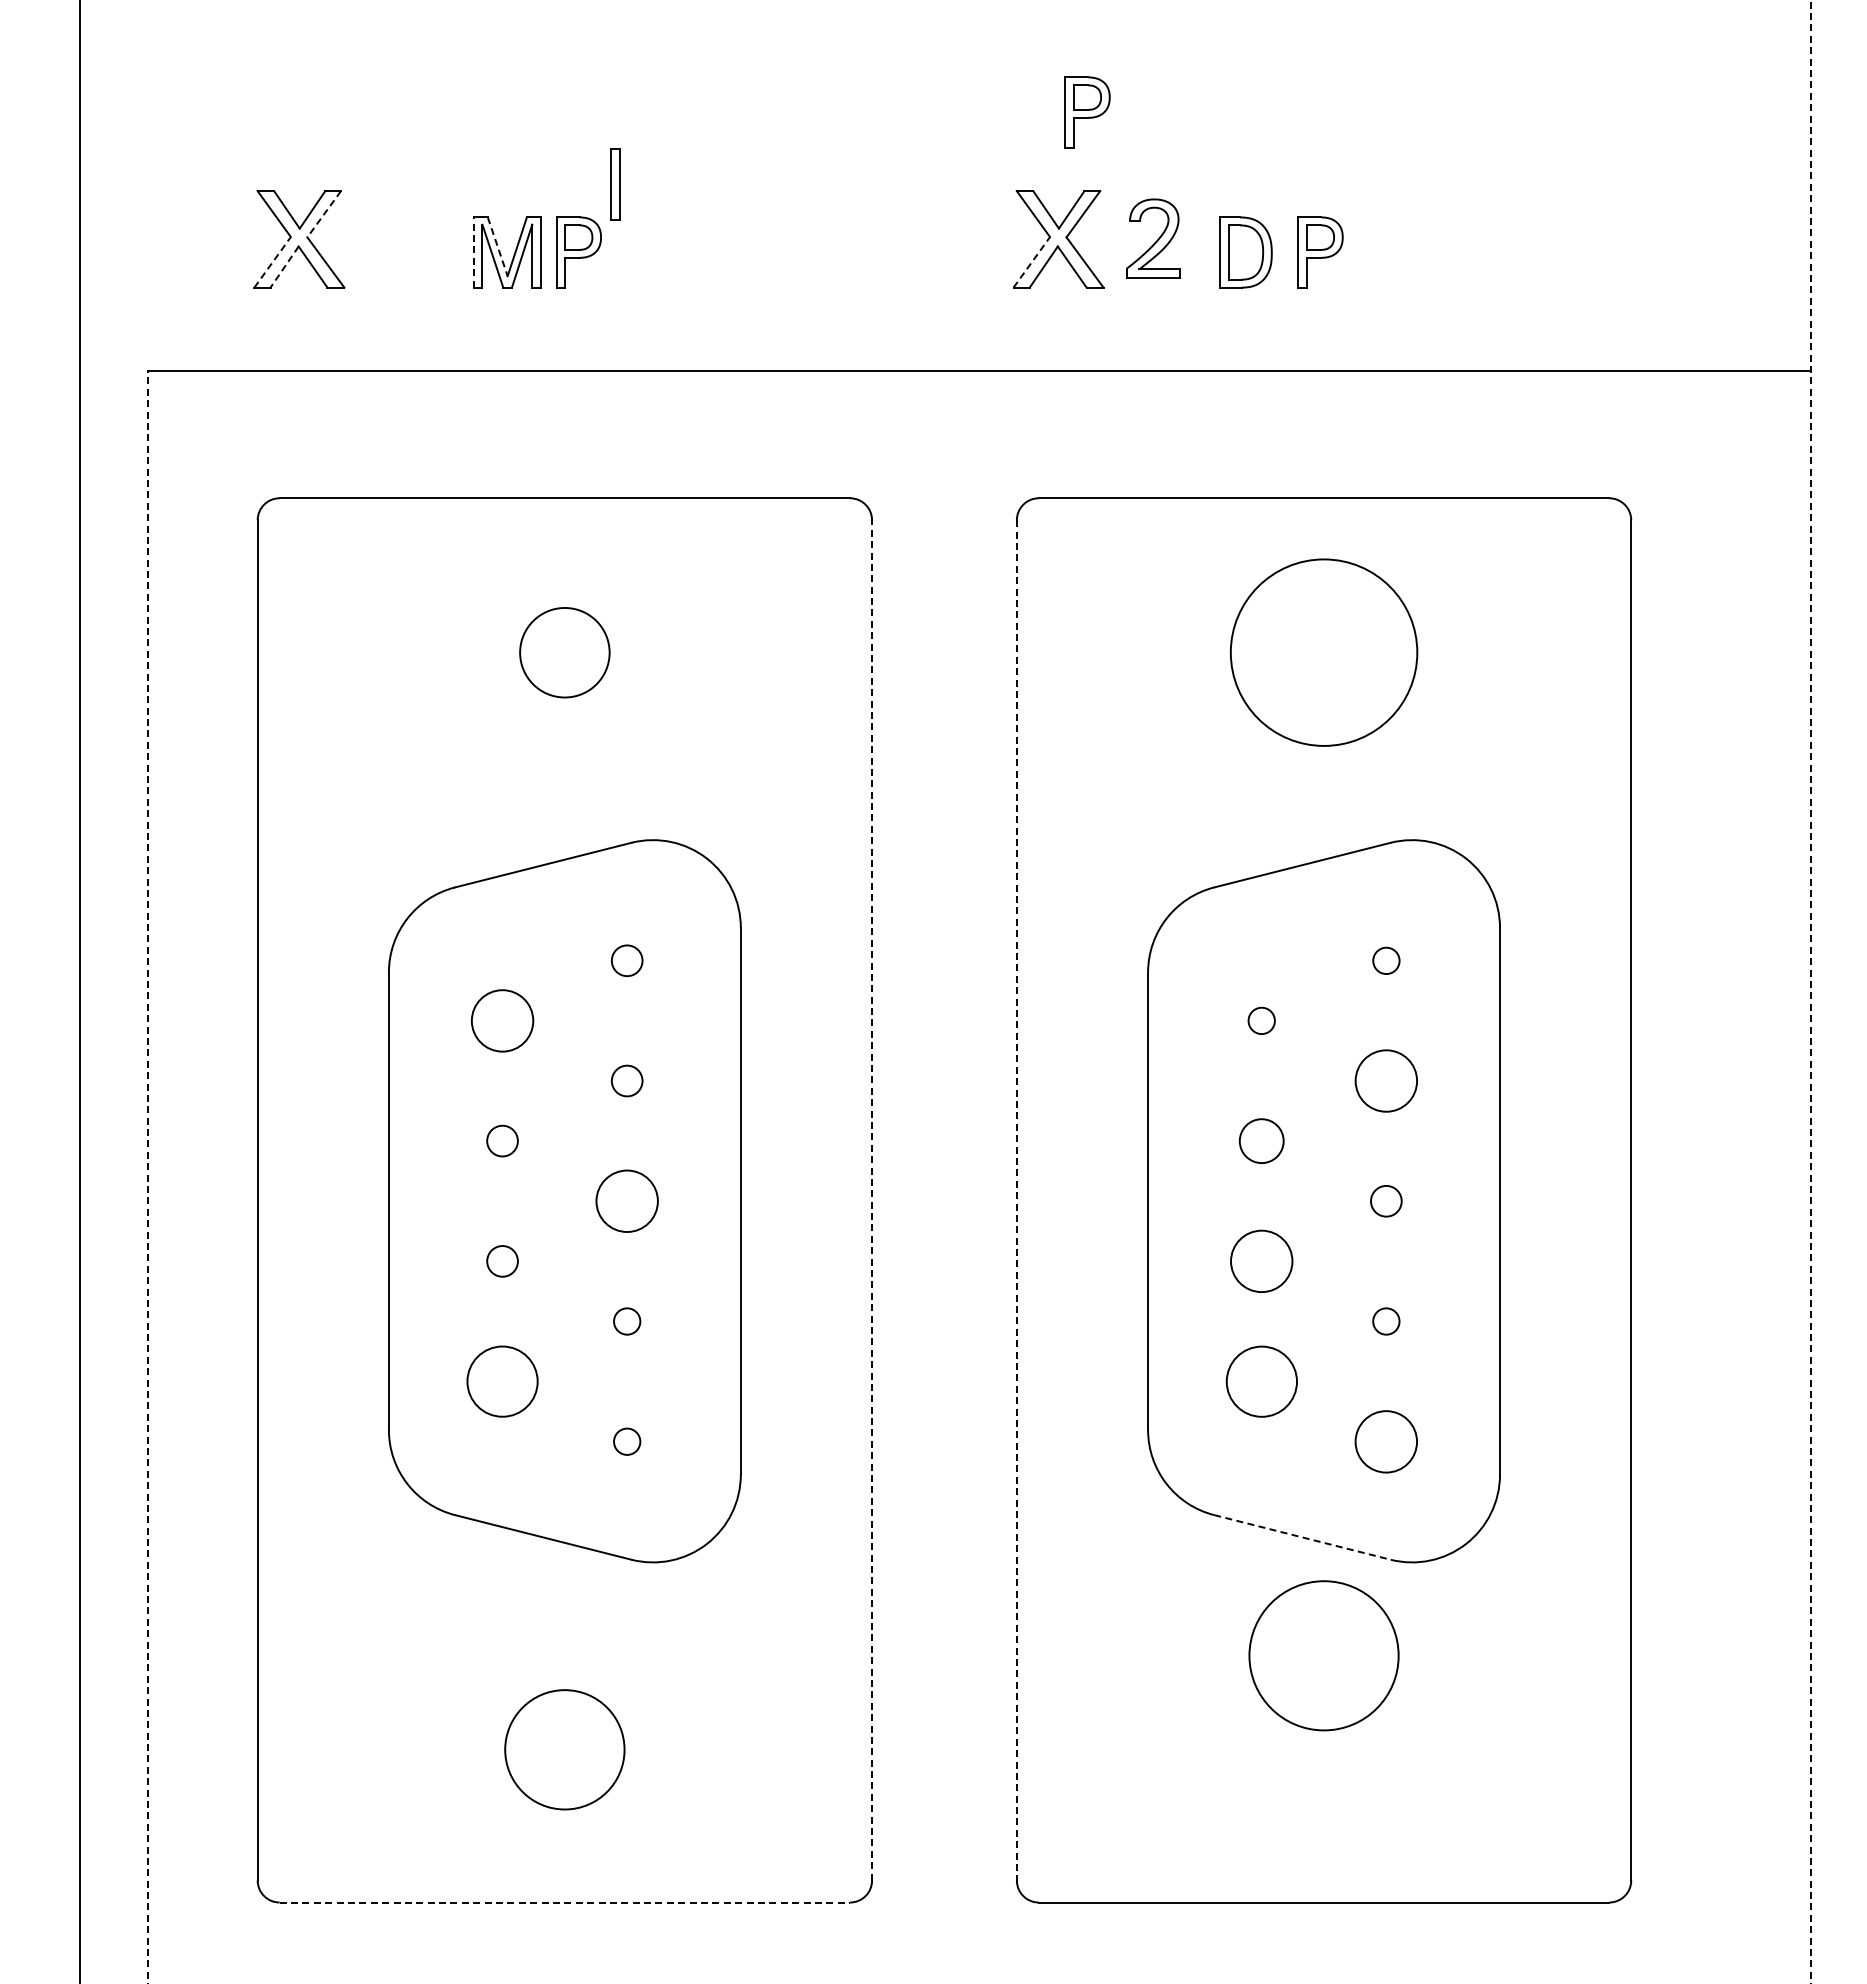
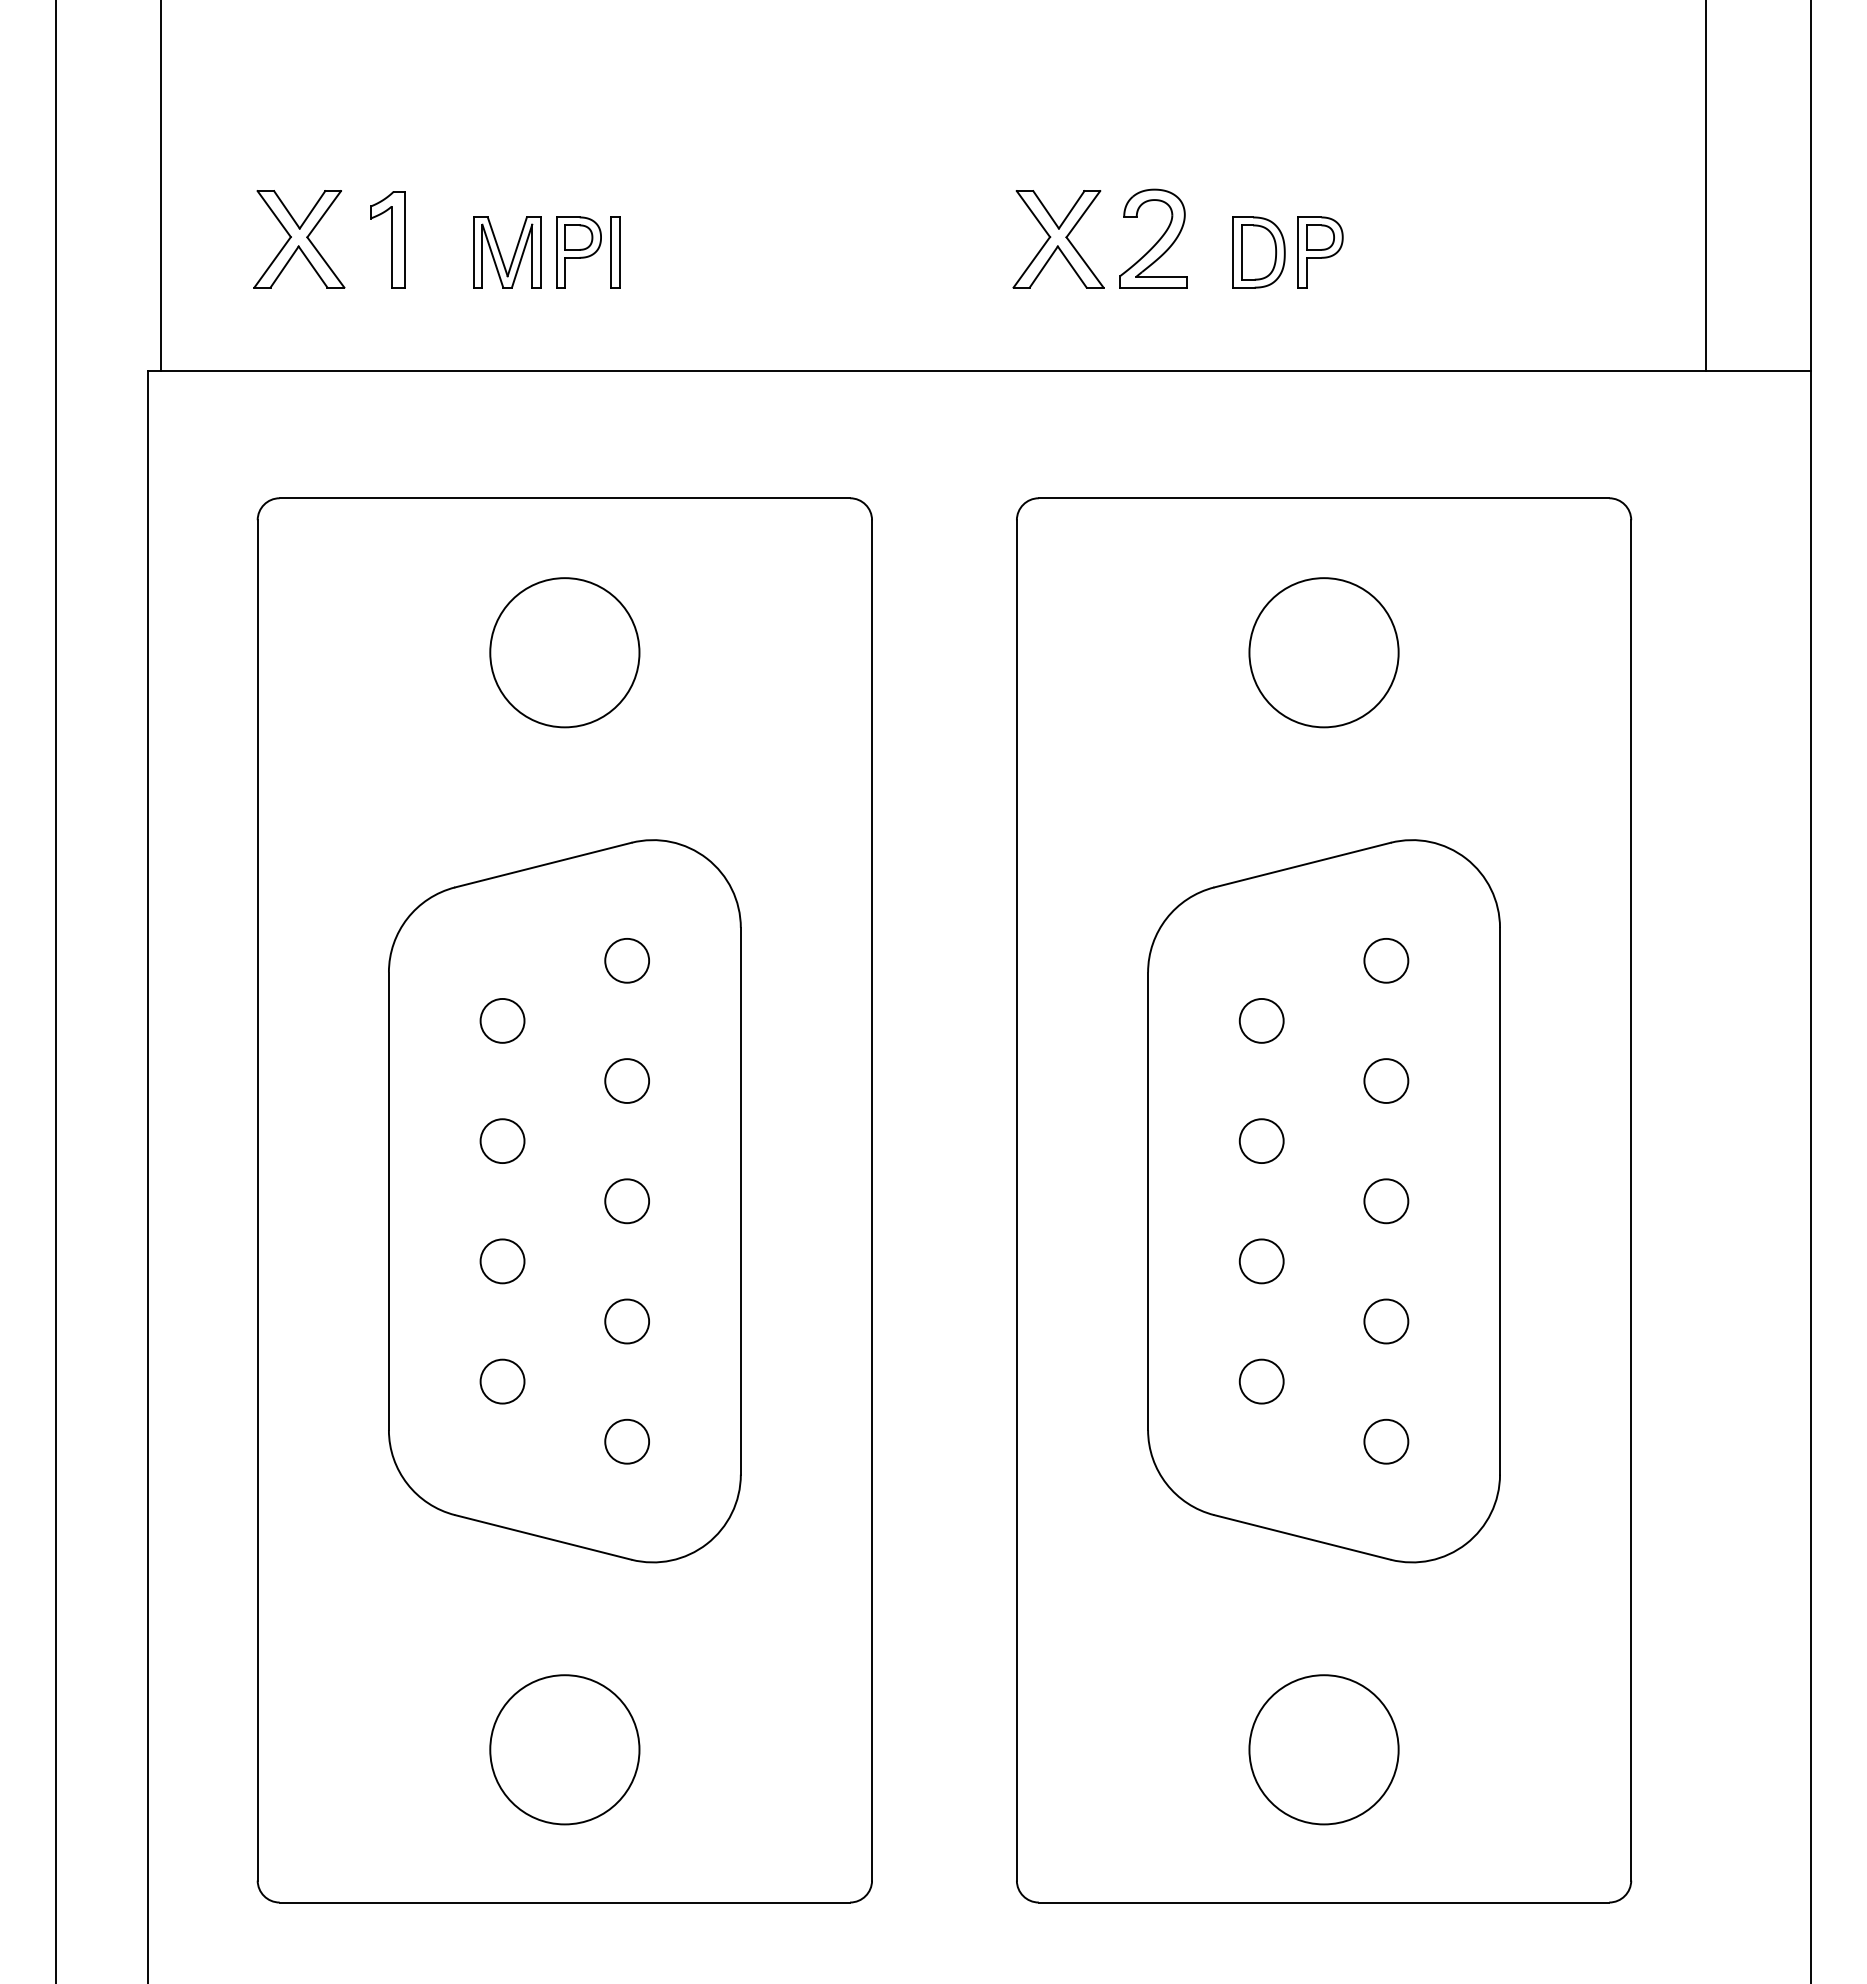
part at (1087, 112): present -> none
part at (615, 184) position: (615, 184) -> (615, 252)
line at (161, 186): none -> present
line at (1705, 186): none -> present
line at (324, 214): dashed -> solid
part at (1153, 238) size: 55x81 px -> 69x101 px
part at (387, 239): none -> present
line at (497, 247): dashed -> solid
line at (473, 252): dashed -> solid
part at (1245, 252) position: (1245, 252) -> (1258, 252)
line at (272, 261): dashed -> solid
line at (1032, 261): dashed -> solid
line at (284, 267): dashed -> solid
circle at (564, 652) diameter: 90 px -> 149 px
circle at (1323, 652) size: 190x189 px -> 152x152 px
circle at (626, 960) diameter: 31 px -> 44 px
circle at (1386, 960) size: 29x29 px -> 47x46 px
line at (79, 991) position: (79, 991) -> (55, 991)
line at (1811, 992): dashed -> solid
circle at (502, 1020) diameter: 61 px -> 44 px
circle at (1261, 1020) diameter: 26 px -> 44 px
circle at (626, 1080) diameter: 31 px -> 44 px
circle at (1386, 1080) diameter: 61 px -> 44 px
circle at (502, 1140) size: 33x34 px -> 47x46 px
line at (148, 1176): dashed -> solid
line at (872, 1199): dashed -> solid
line at (1016, 1200): dashed -> solid
circle at (1386, 1200) diameter: 31 px -> 44 px
circle at (626, 1201) diameter: 61 px -> 44 px
circle at (502, 1261) diameter: 31 px -> 44 px
circle at (1261, 1261) diameter: 61 px -> 44 px
circle at (627, 1321) diameter: 26 px -> 44 px
circle at (1386, 1321) diameter: 26 px -> 44 px
circle at (502, 1381) diameter: 70 px -> 44 px
circle at (1261, 1381) size: 73x73 px -> 47x47 px
circle at (627, 1441) diameter: 26 px -> 44 px
circle at (1385, 1441) size: 64x64 px -> 47x47 px
line at (1302, 1537): dashed -> solid
circle at (1323, 1655) position: (1323, 1655) -> (1323, 1749)
circle at (564, 1749) diameter: 119 px -> 149 px
line at (565, 1902): dashed -> solid
